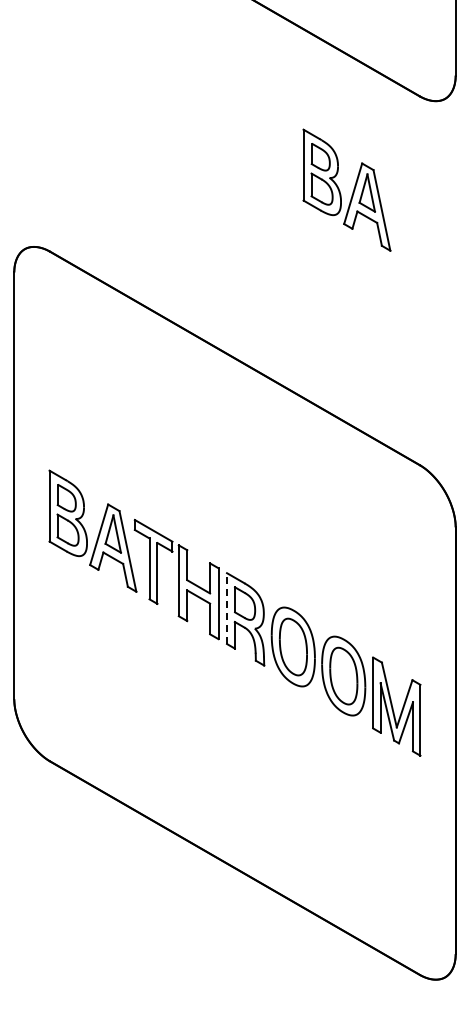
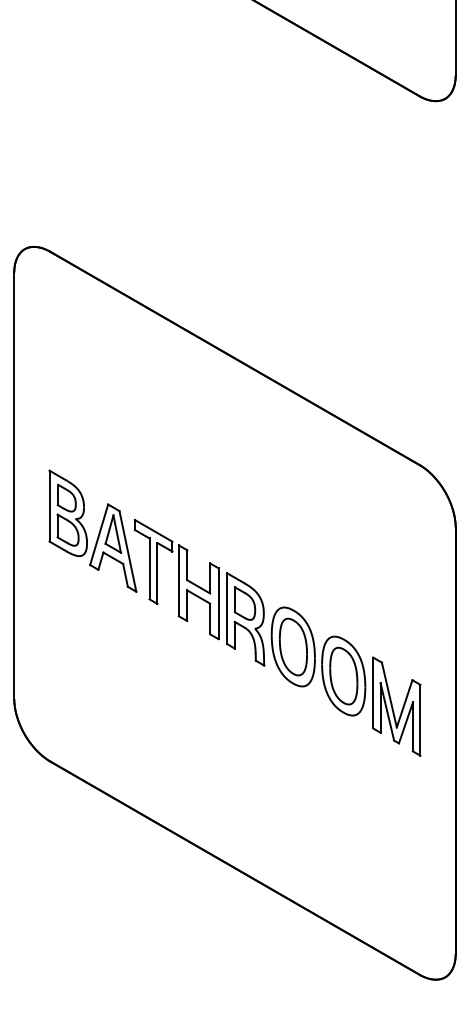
part at (340, 190): present -> none
line at (227, 608): dashed -> solid
